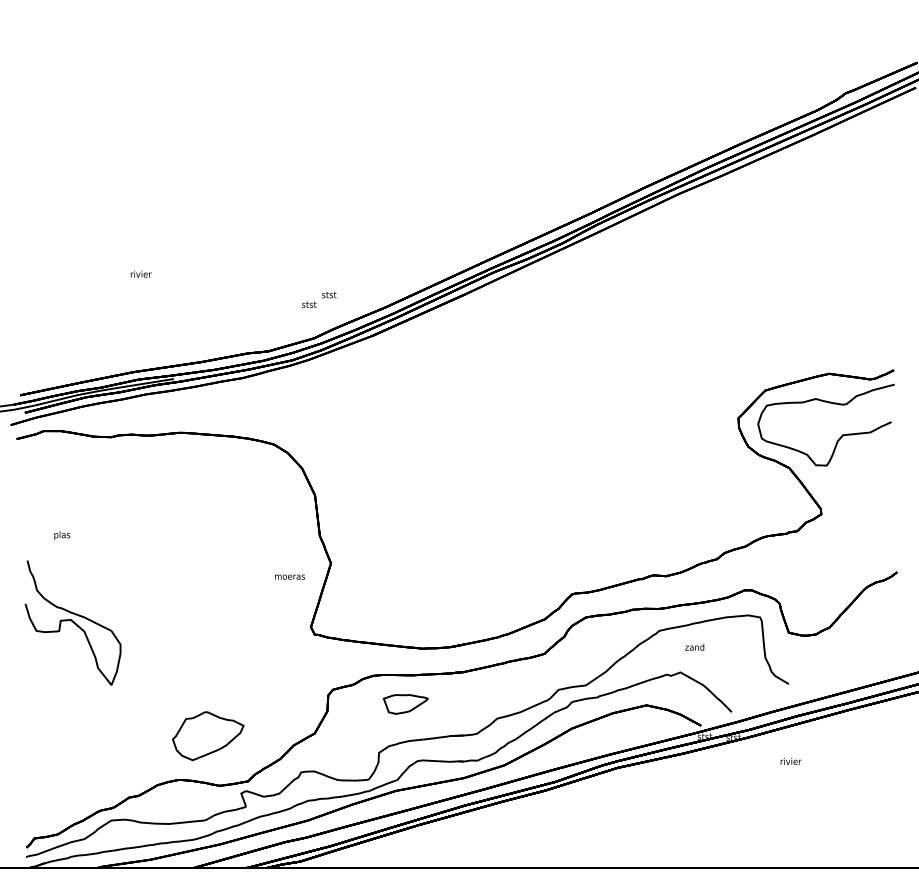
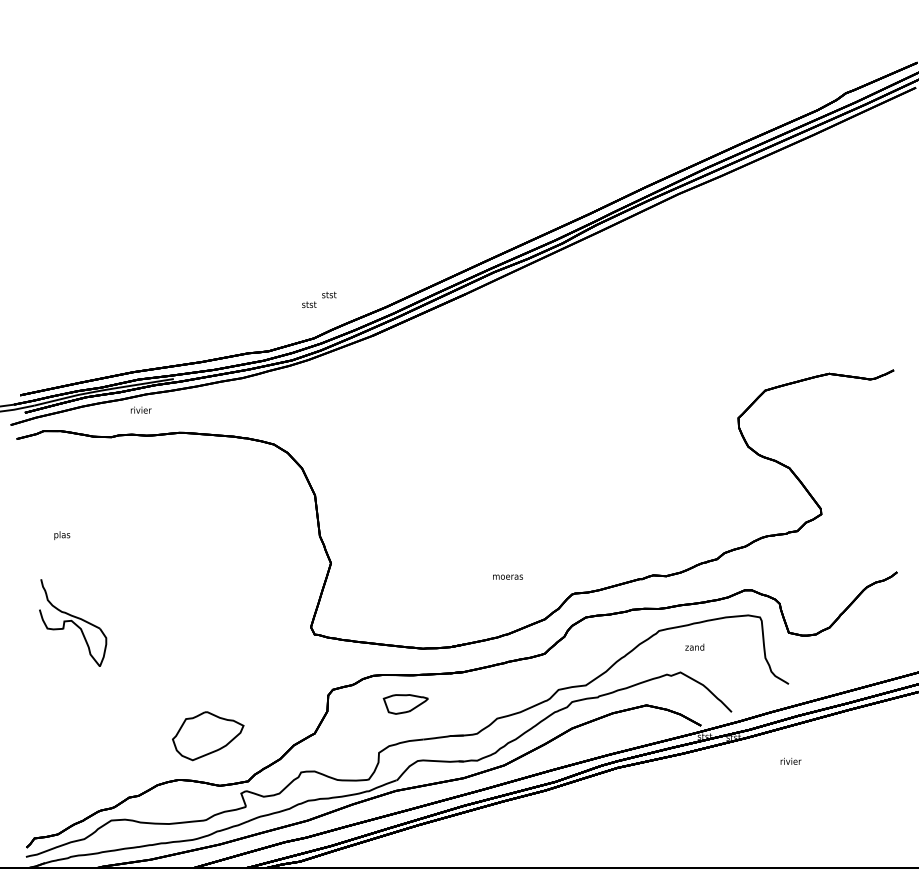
text at (140, 273) position: (140, 273) -> (140, 409)
curve at (839, 437): present -> none
text at (289, 576) position: (289, 576) -> (507, 576)
part at (72, 622) size: 98x126 px -> 69x88 px
